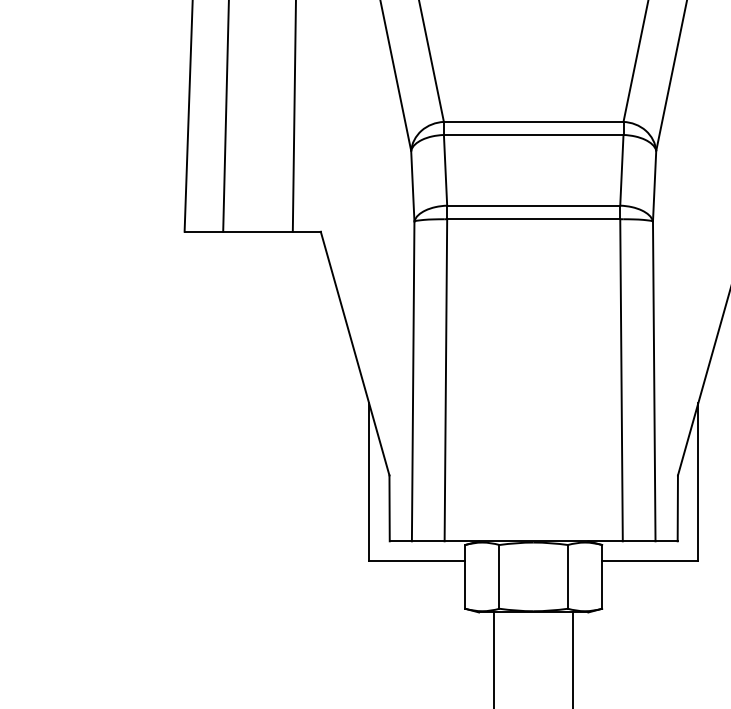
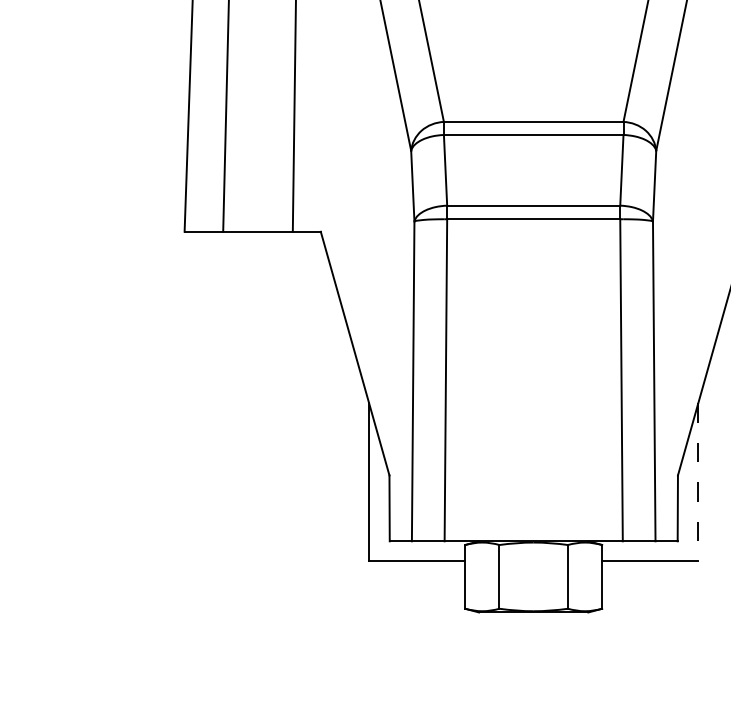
line at (698, 482): solid -> dashed
line at (494, 658): present -> none
line at (573, 658): present -> none
